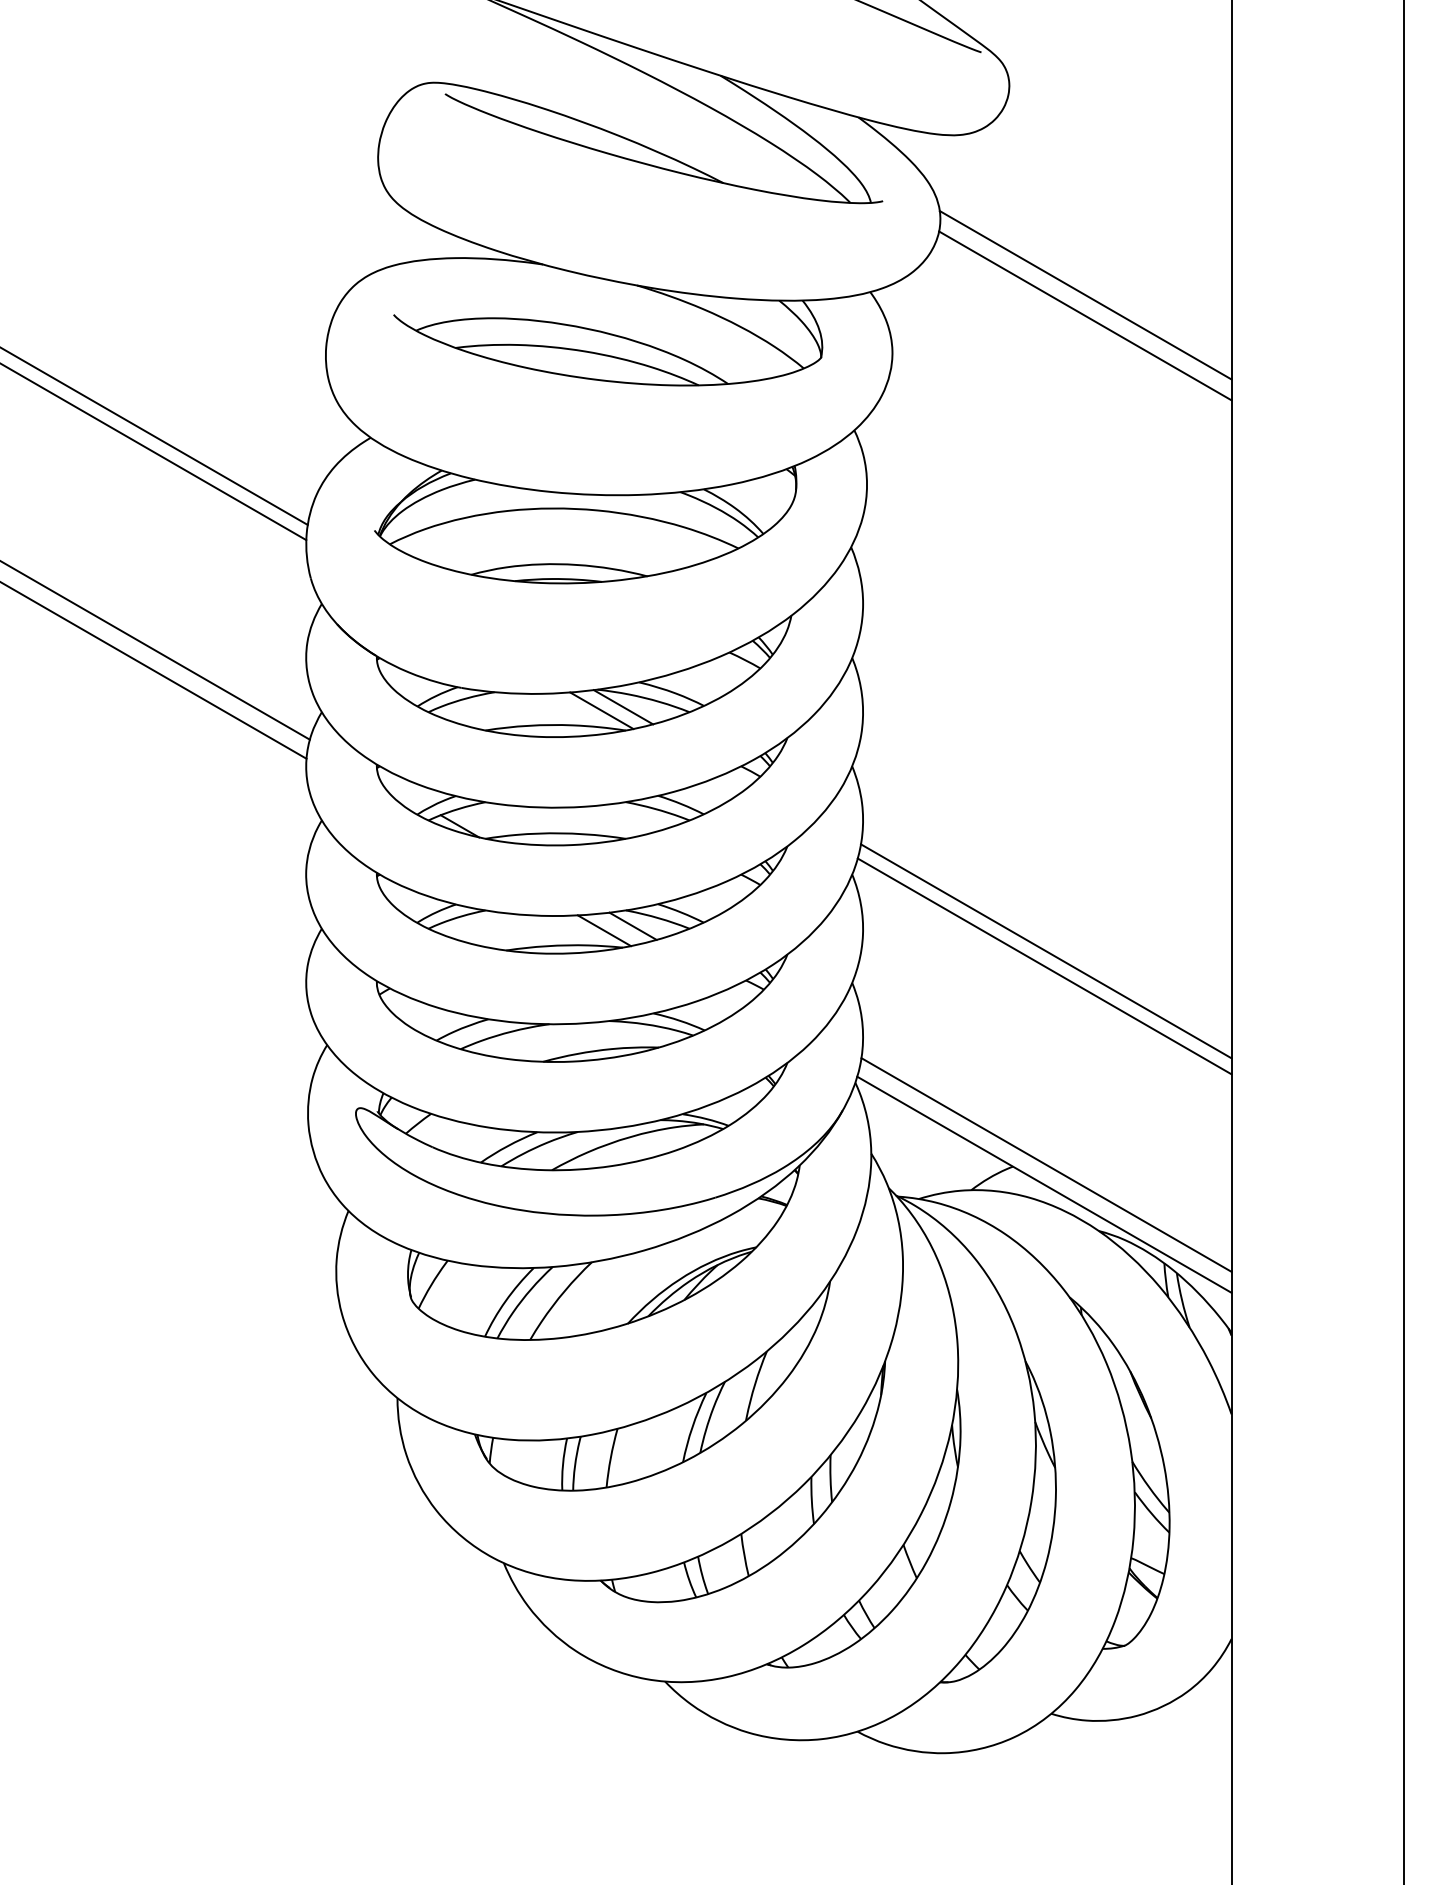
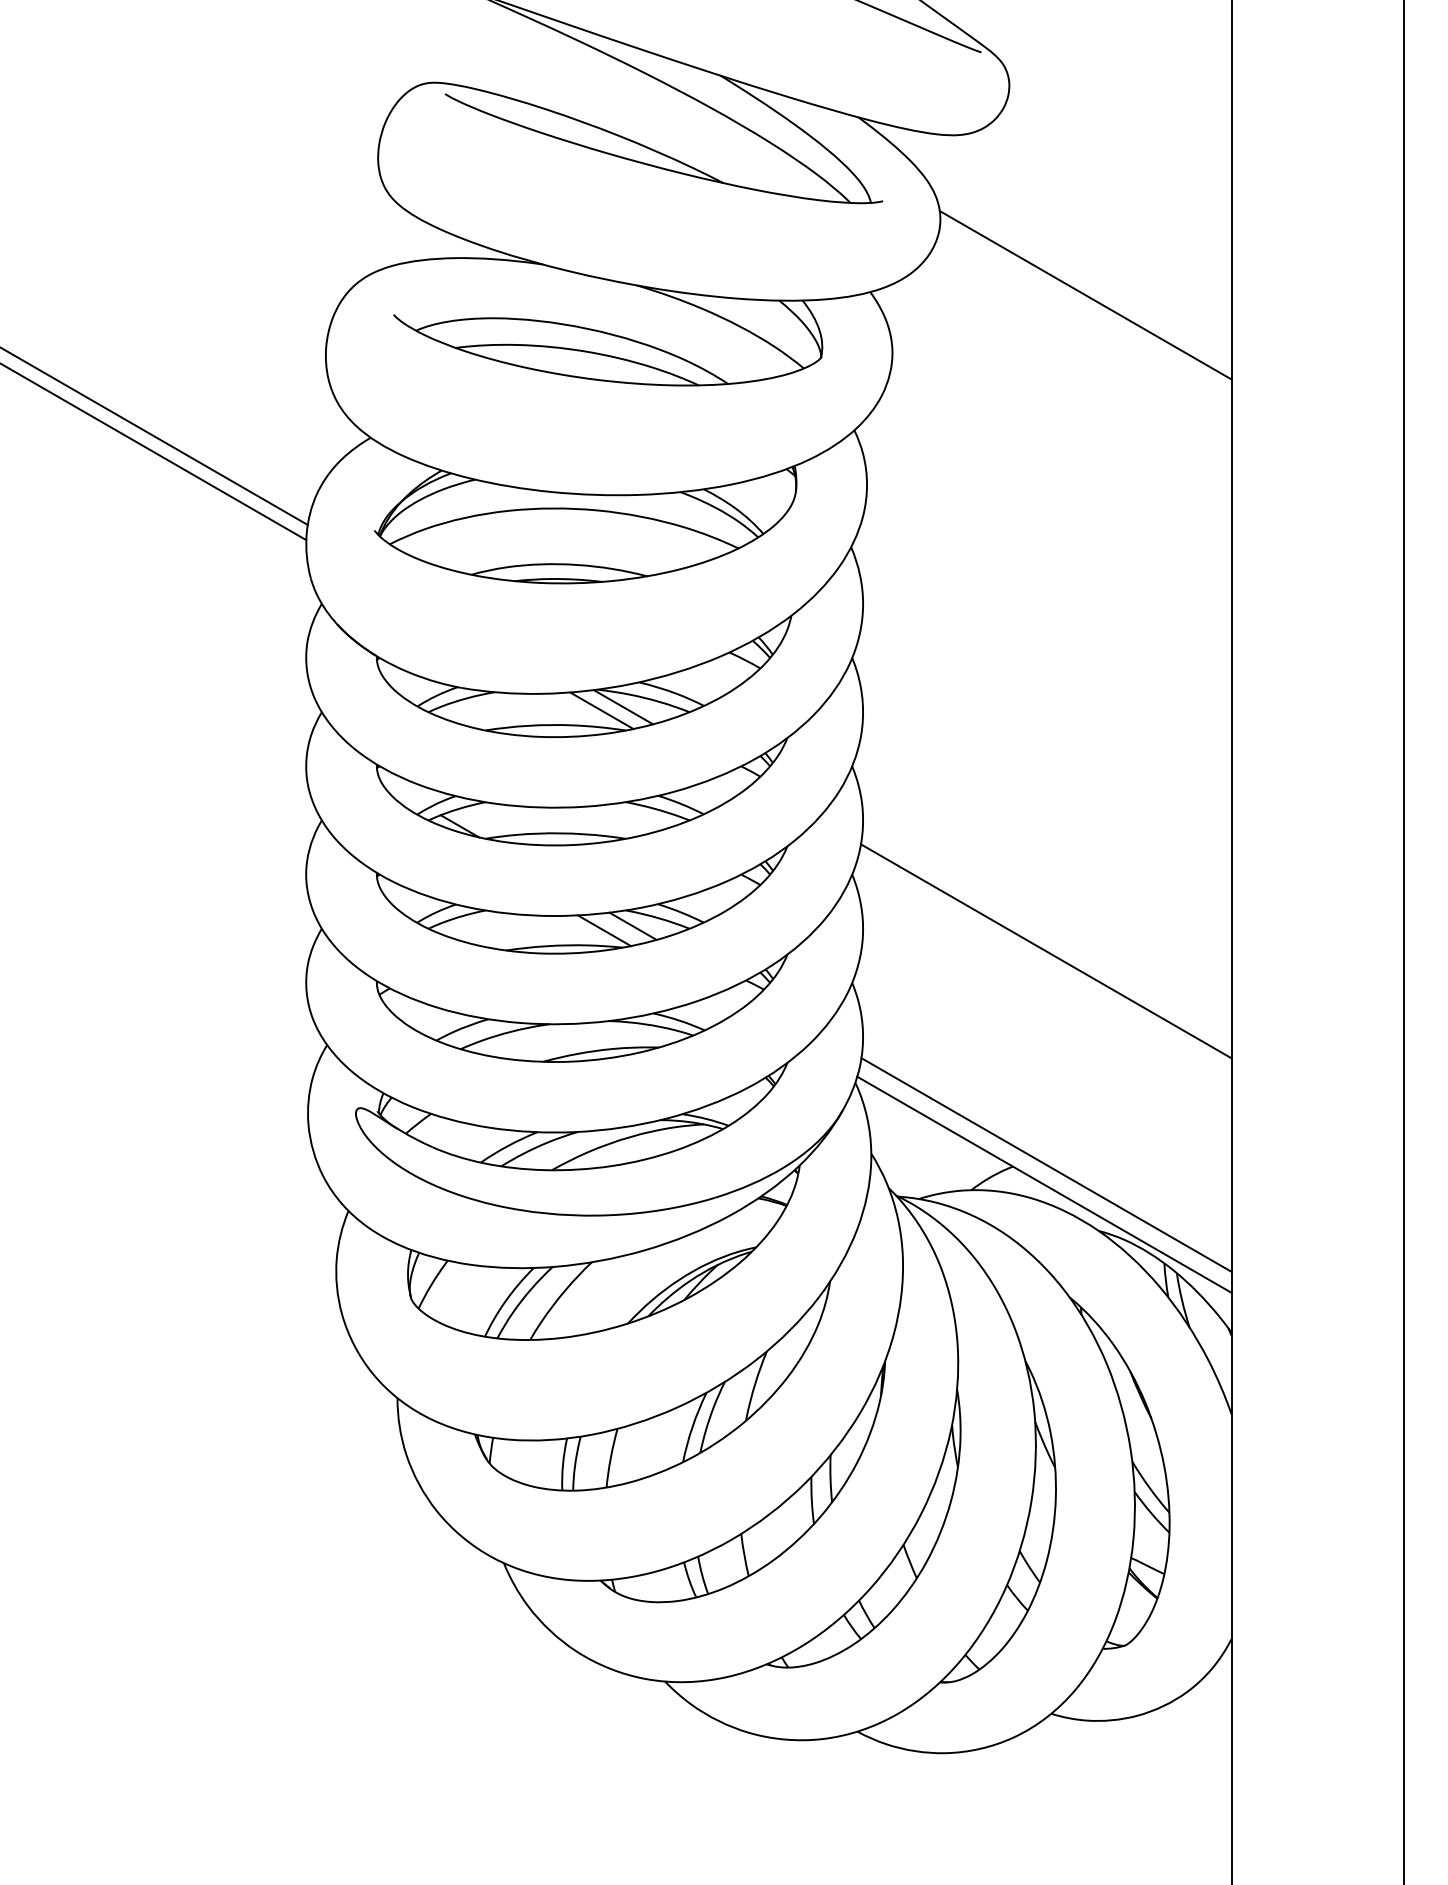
line at (1085, 315): present -> none
line at (155, 650): present -> none
line at (154, 670): present -> none
line at (1044, 966): present -> none
